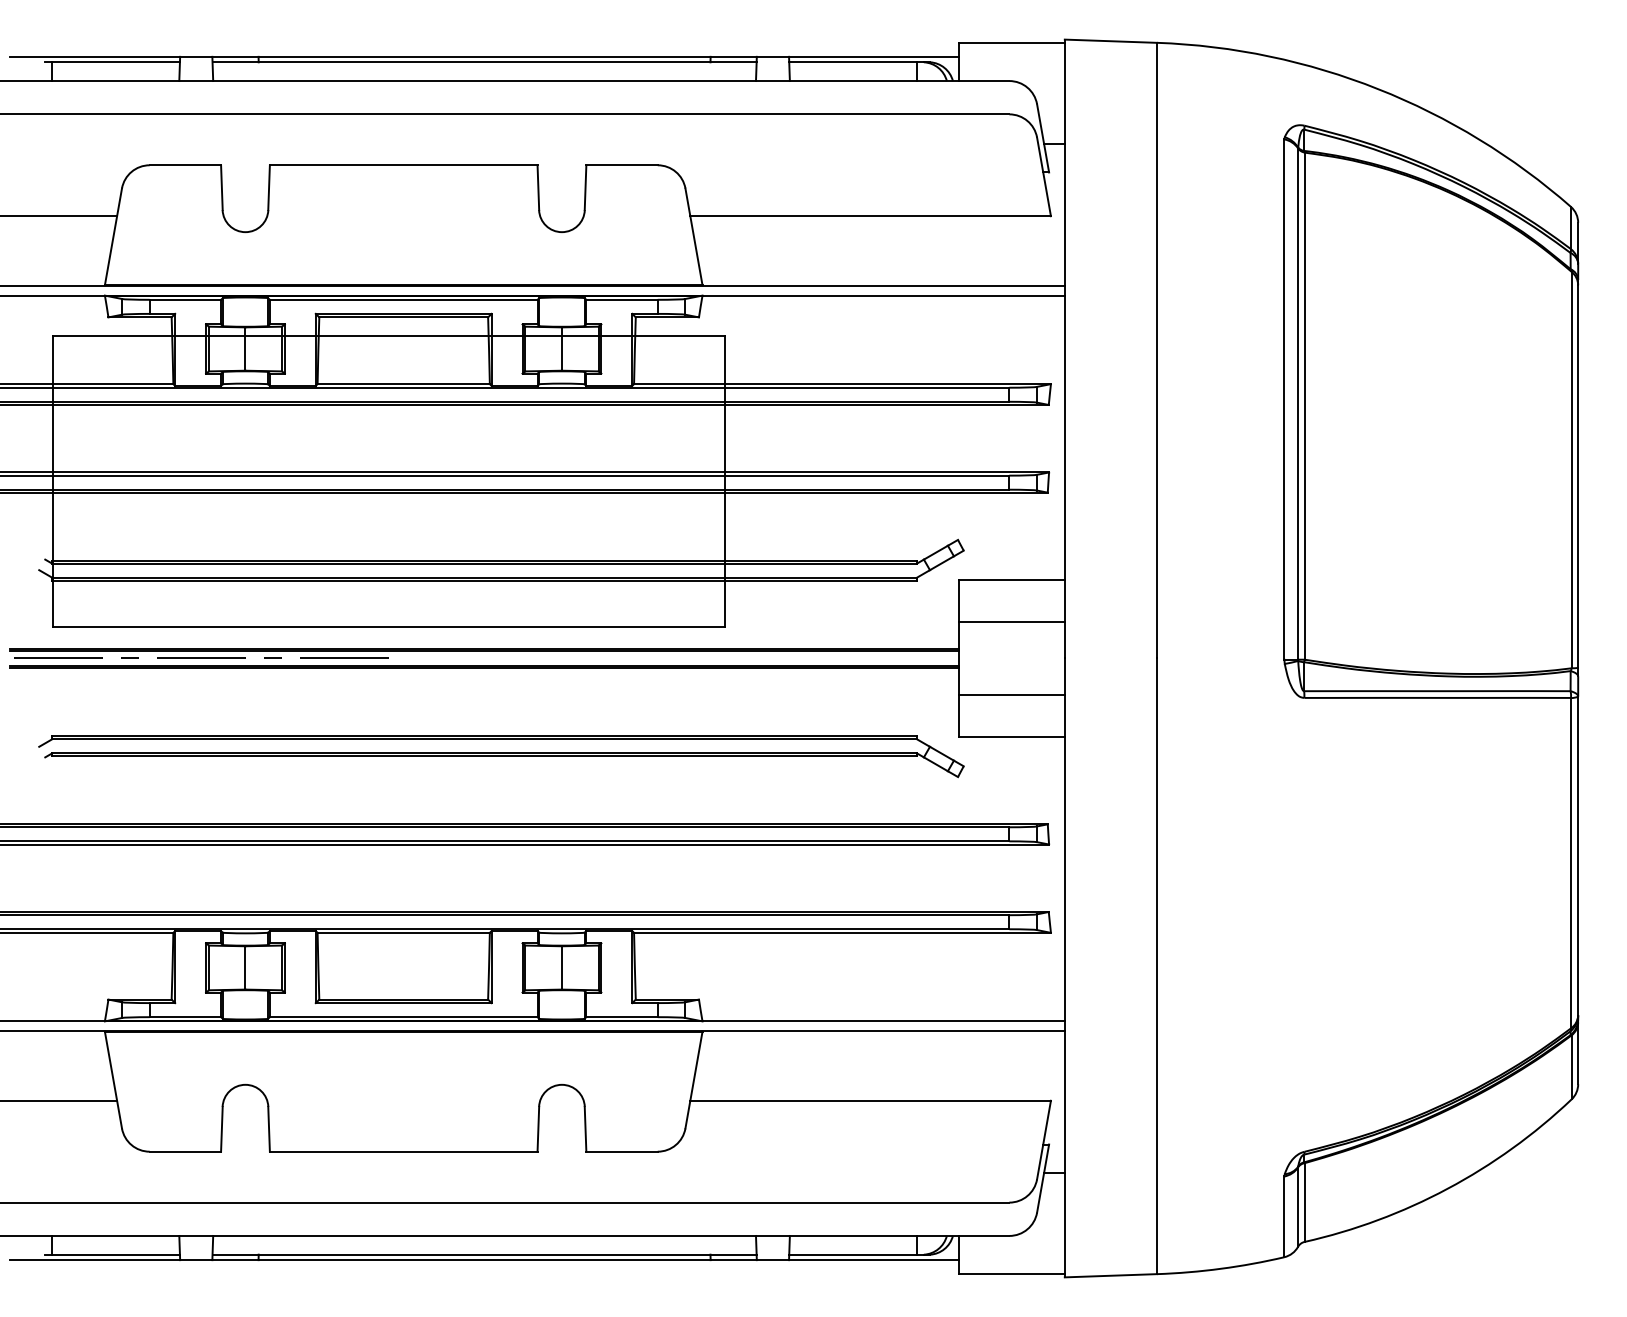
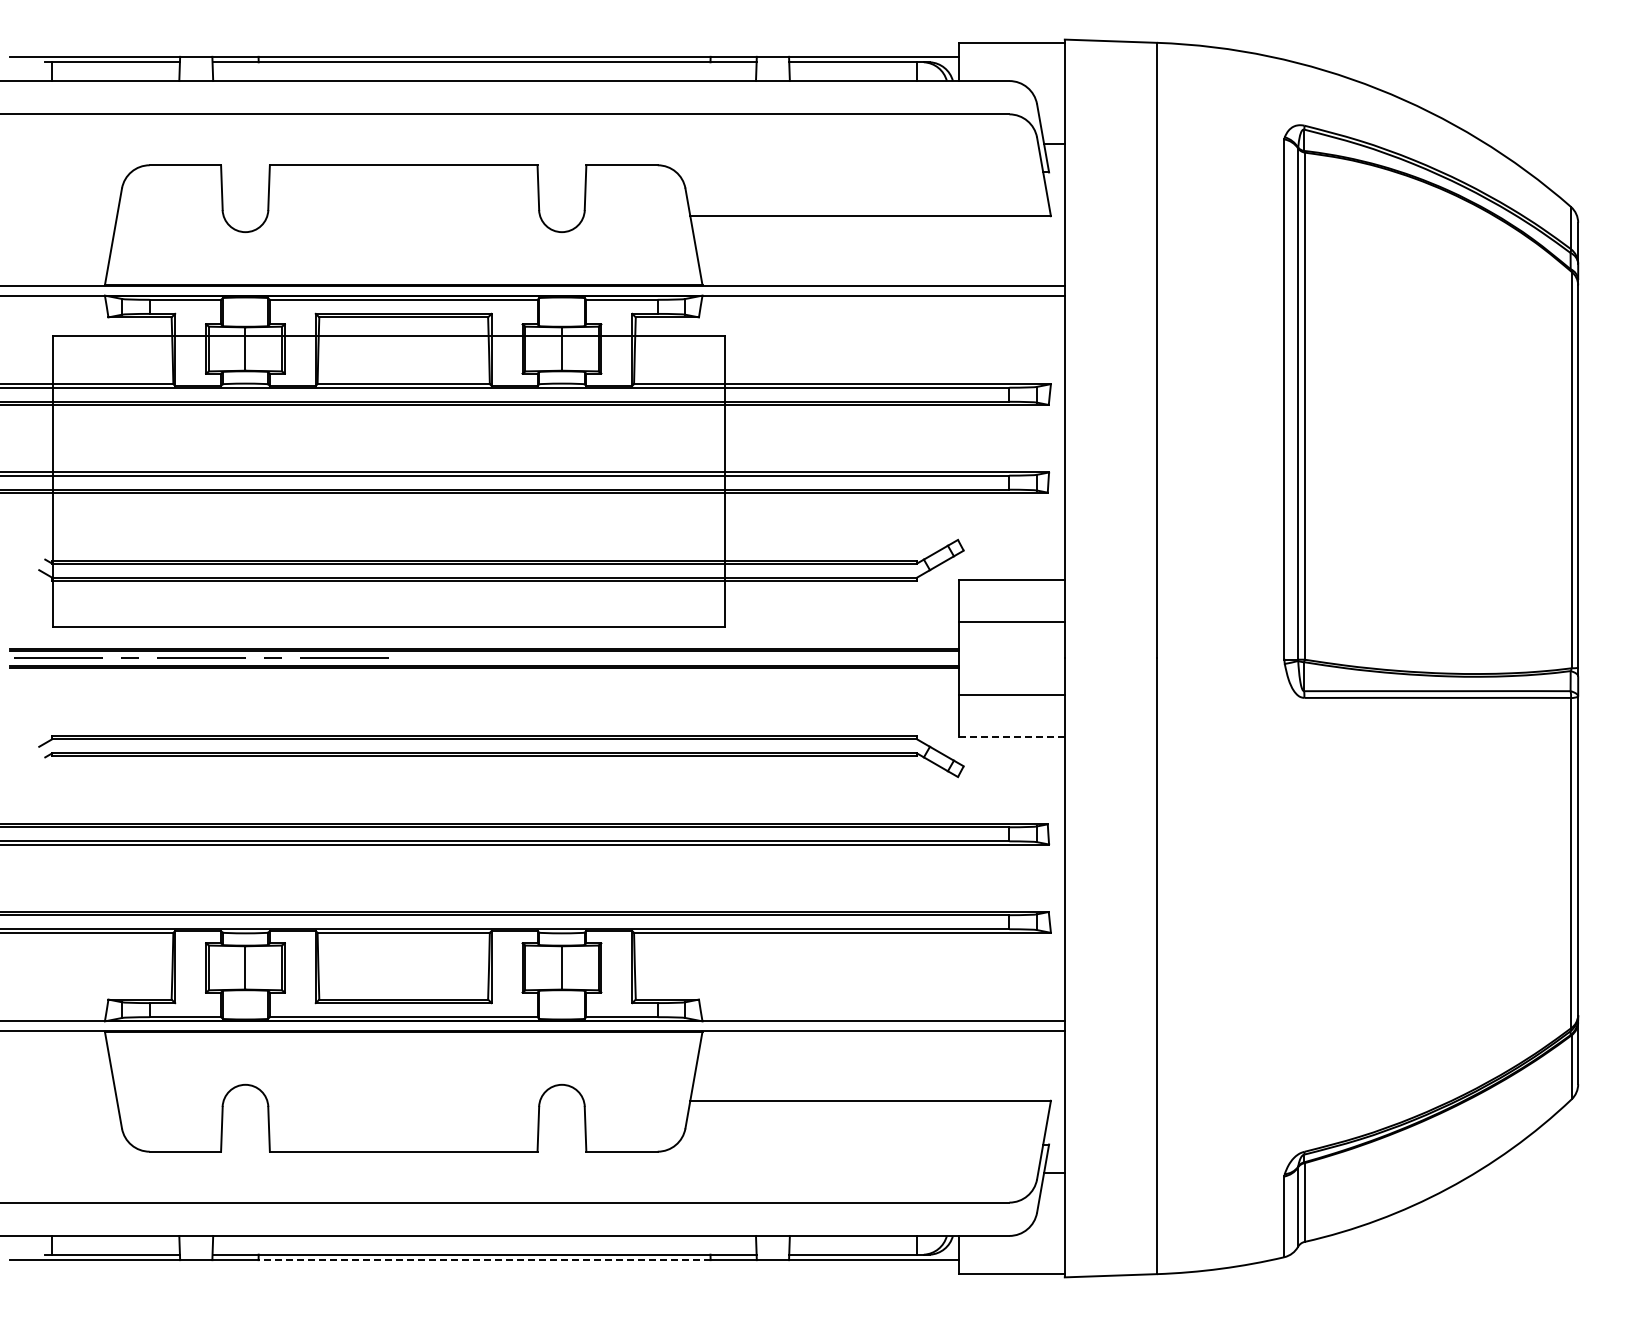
line at (59, 216): present -> none
line at (1012, 737): solid -> dashed
line at (59, 1100): present -> none
line at (484, 1260): solid -> dashed
